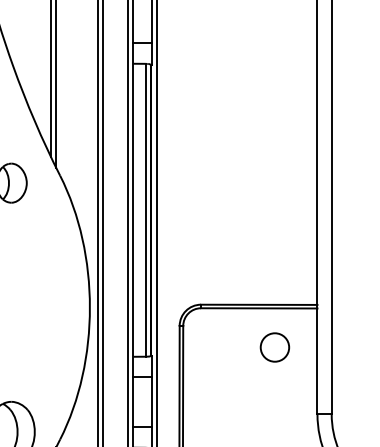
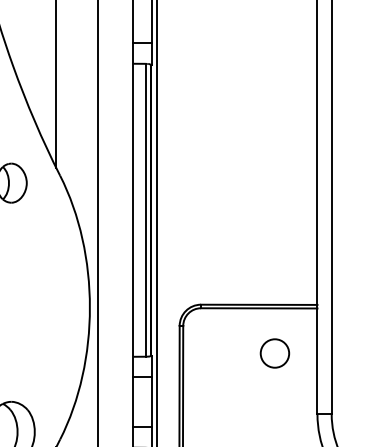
line at (51, 79): present -> none
line at (102, 222): present -> none
line at (128, 222): present -> none
circle at (274, 347) position: (274, 347) -> (274, 353)
